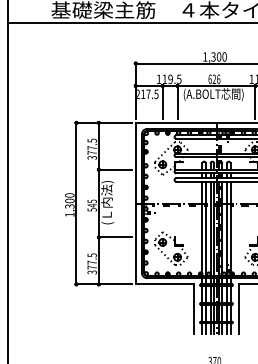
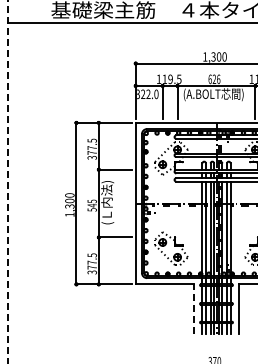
text at (147, 94): 217.5 -> 322.0
line at (8, 182): solid -> dashed
line at (193, 309): solid -> dashed
